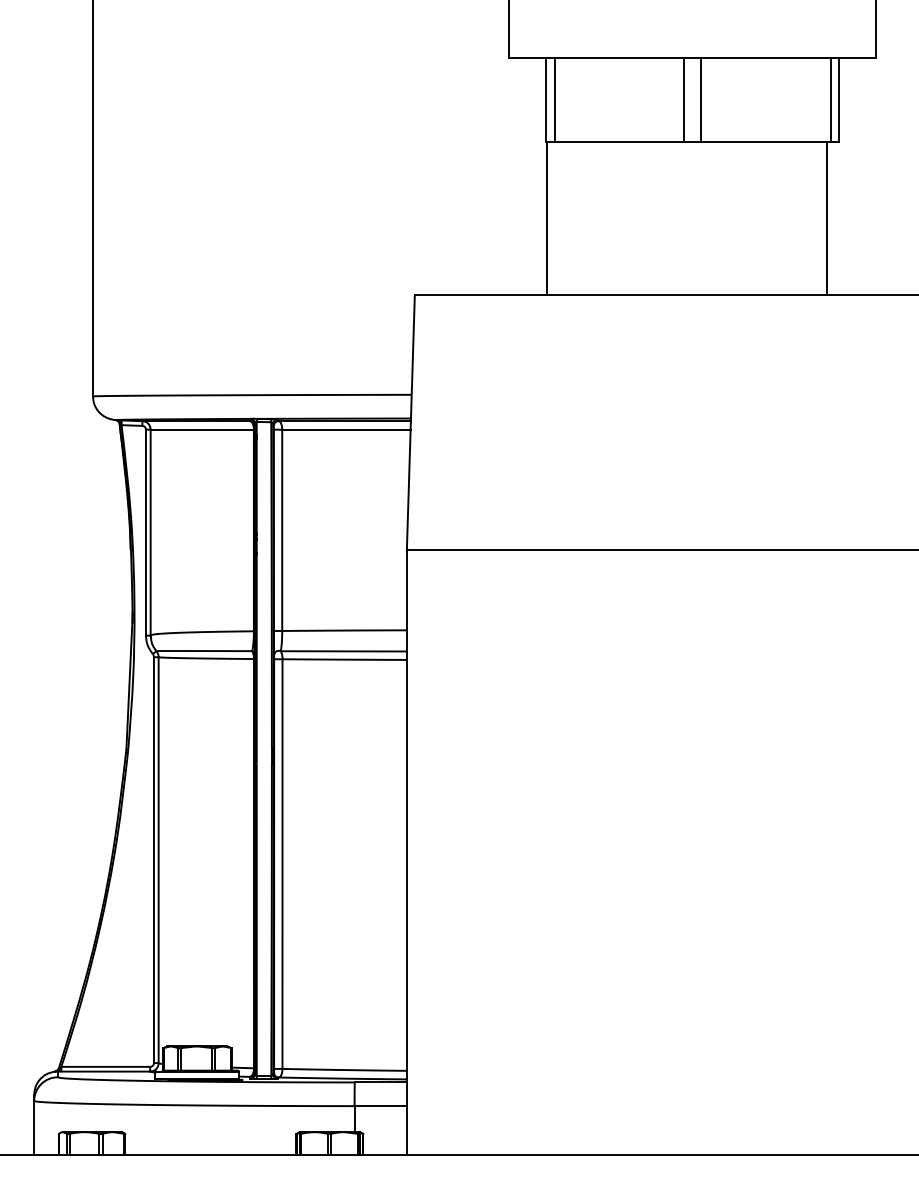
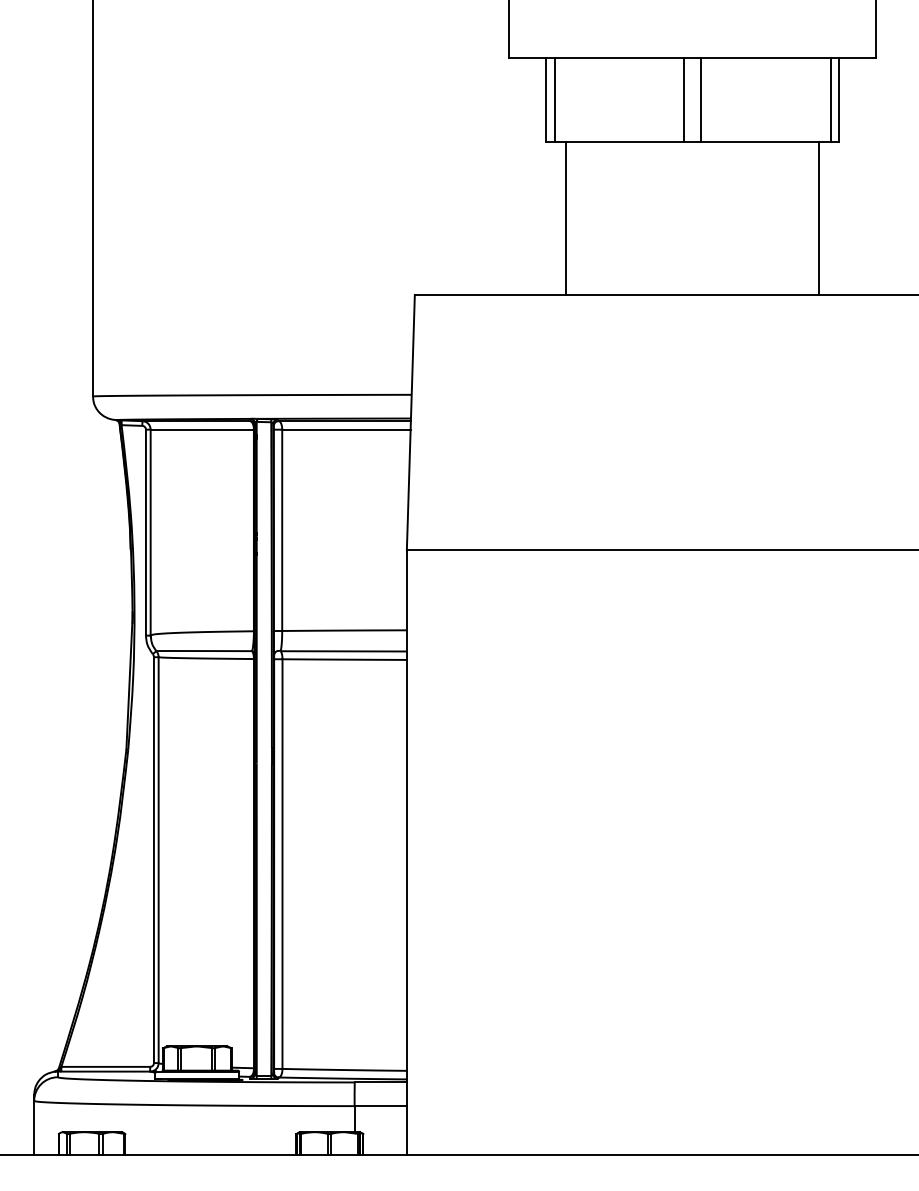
line at (547, 218) position: (547, 218) -> (566, 218)
line at (826, 218) position: (826, 218) -> (818, 218)
